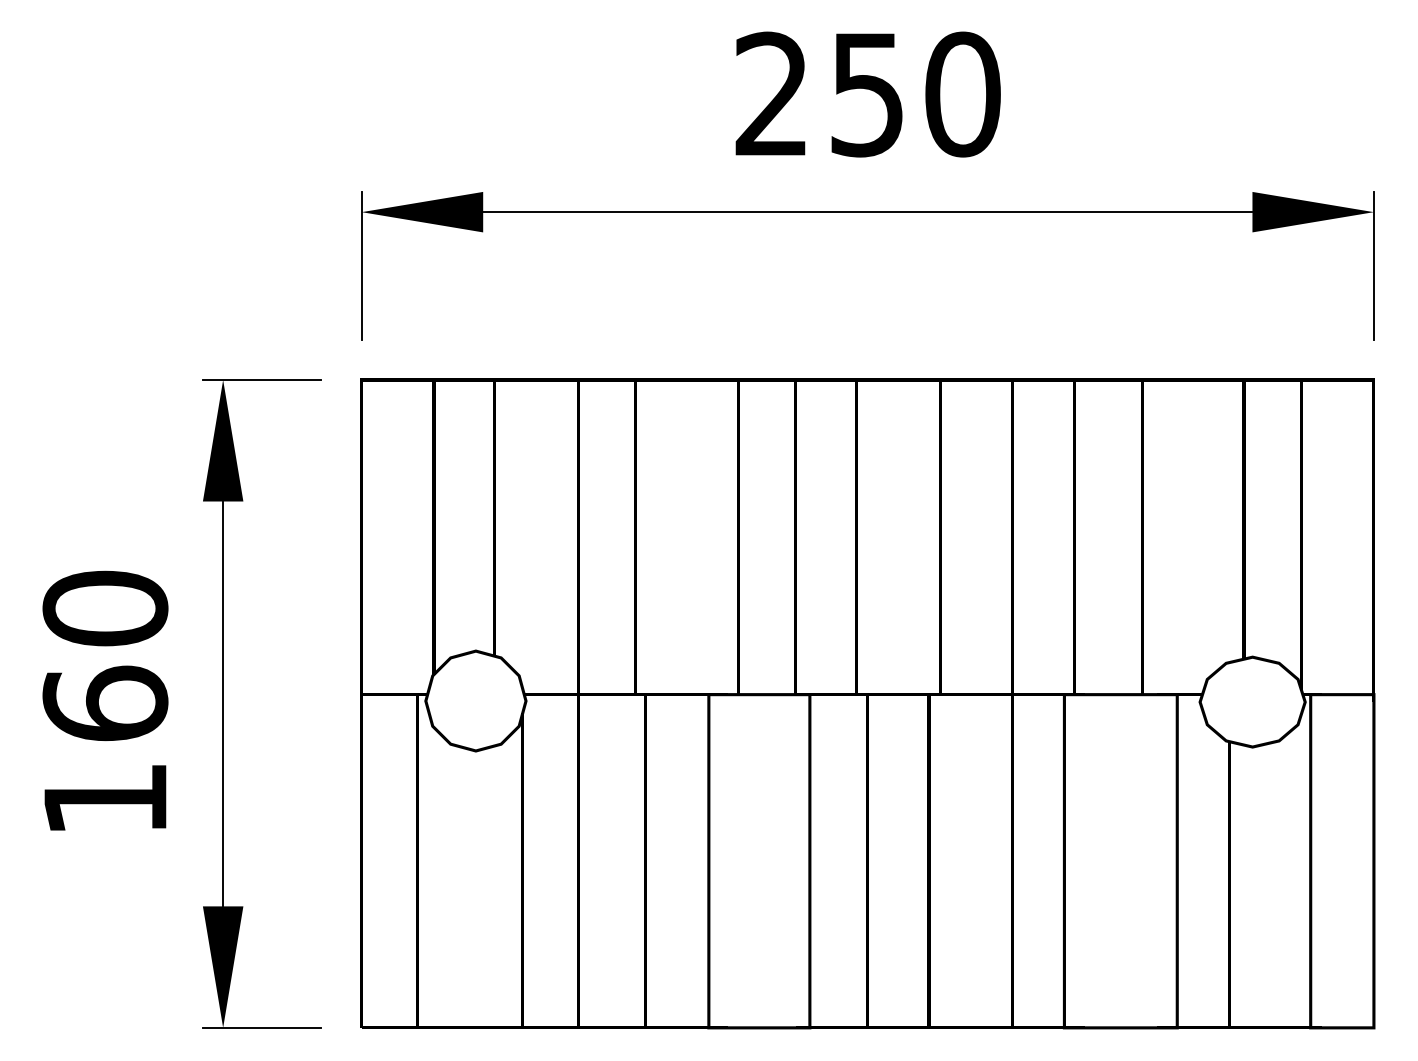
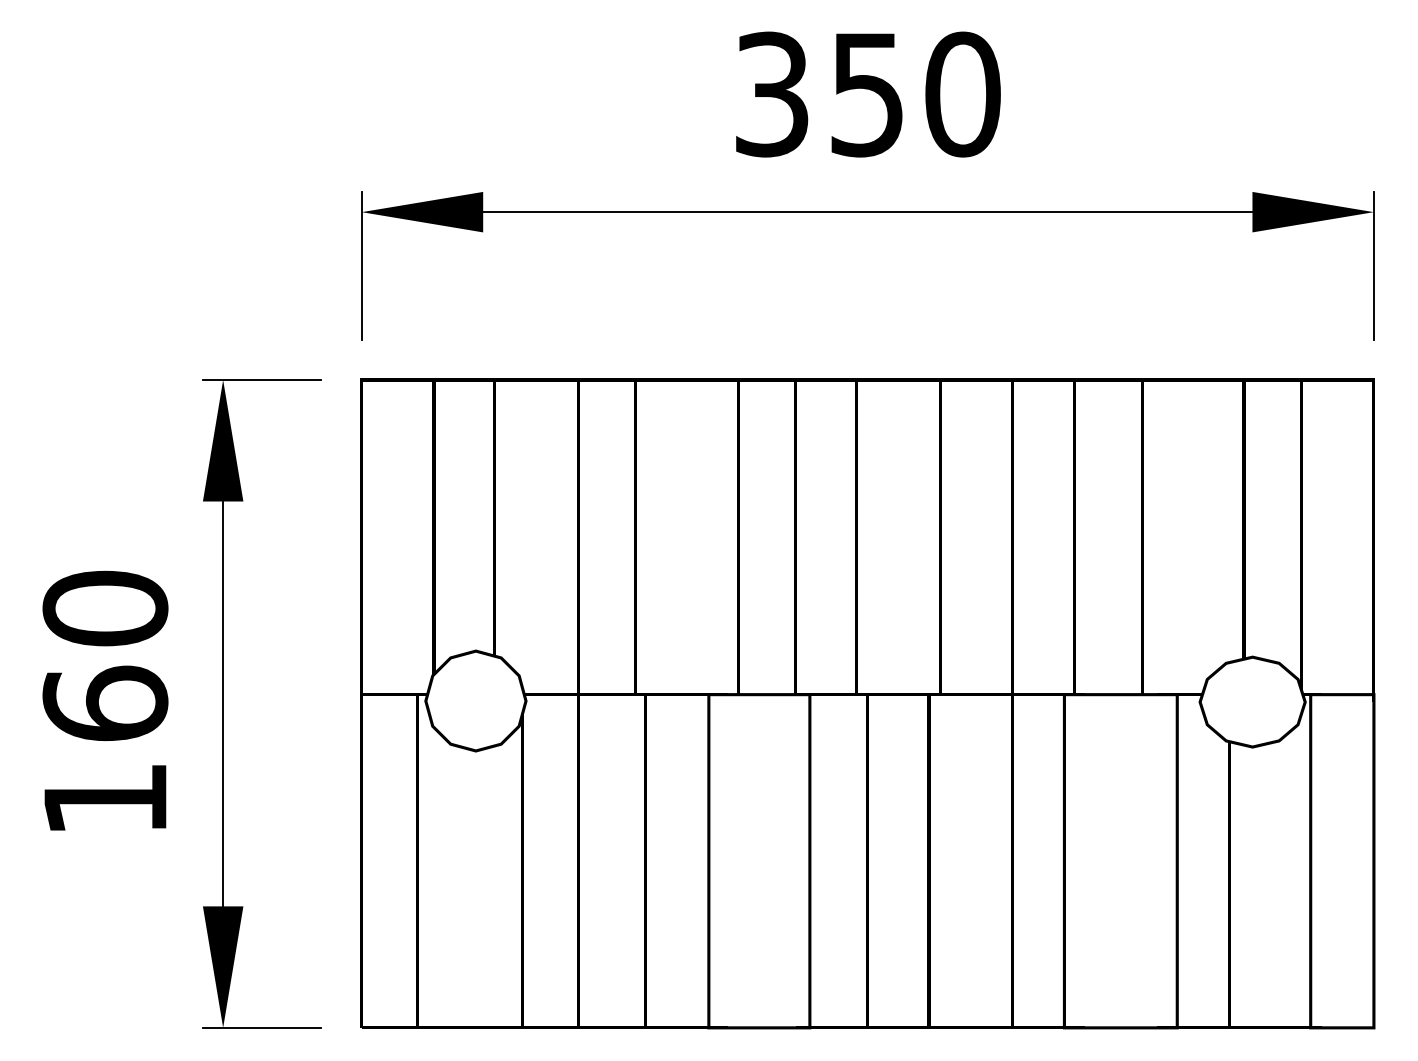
text at (771, 94): 250 -> 350
